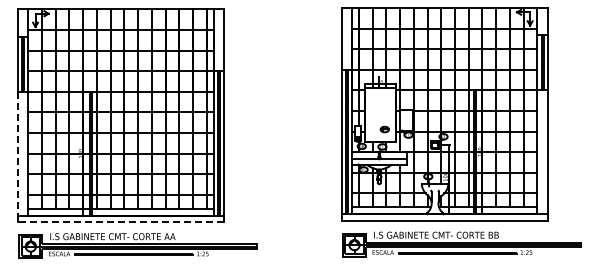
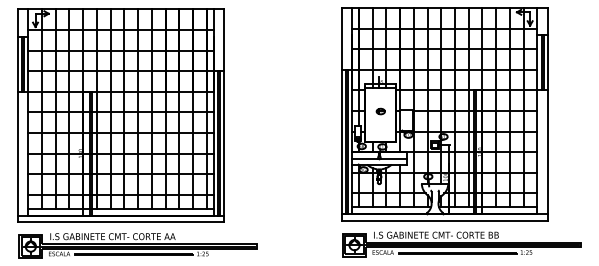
part at (384, 129) position: (384, 129) -> (380, 111)
line at (17, 153): dashed -> solid
line at (120, 222): dashed -> solid
